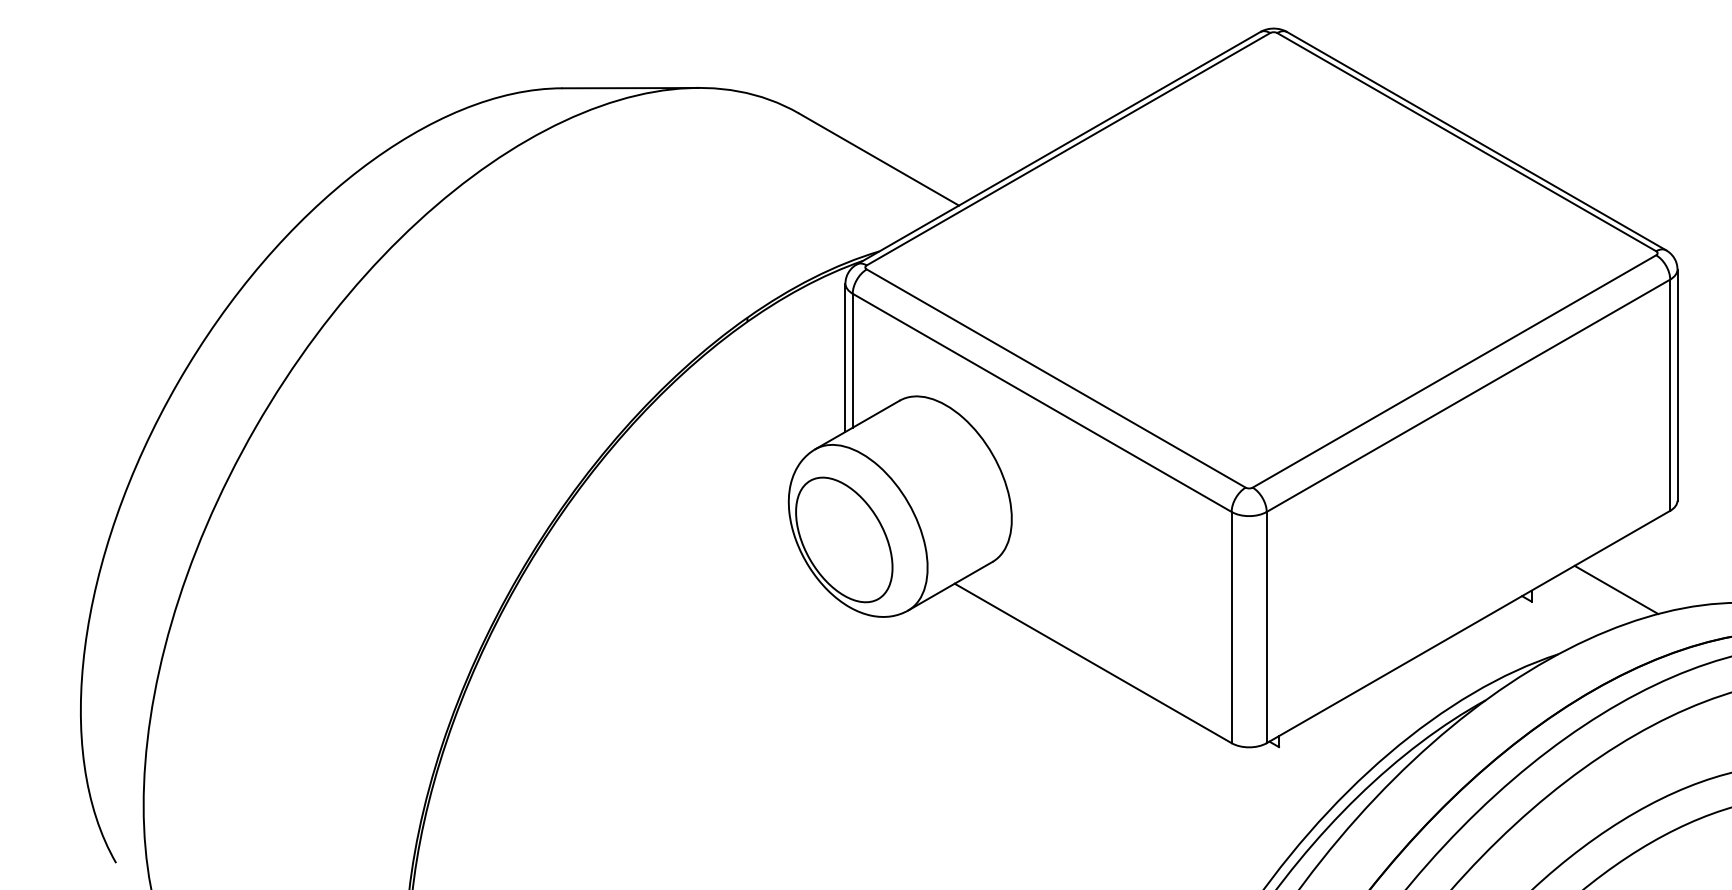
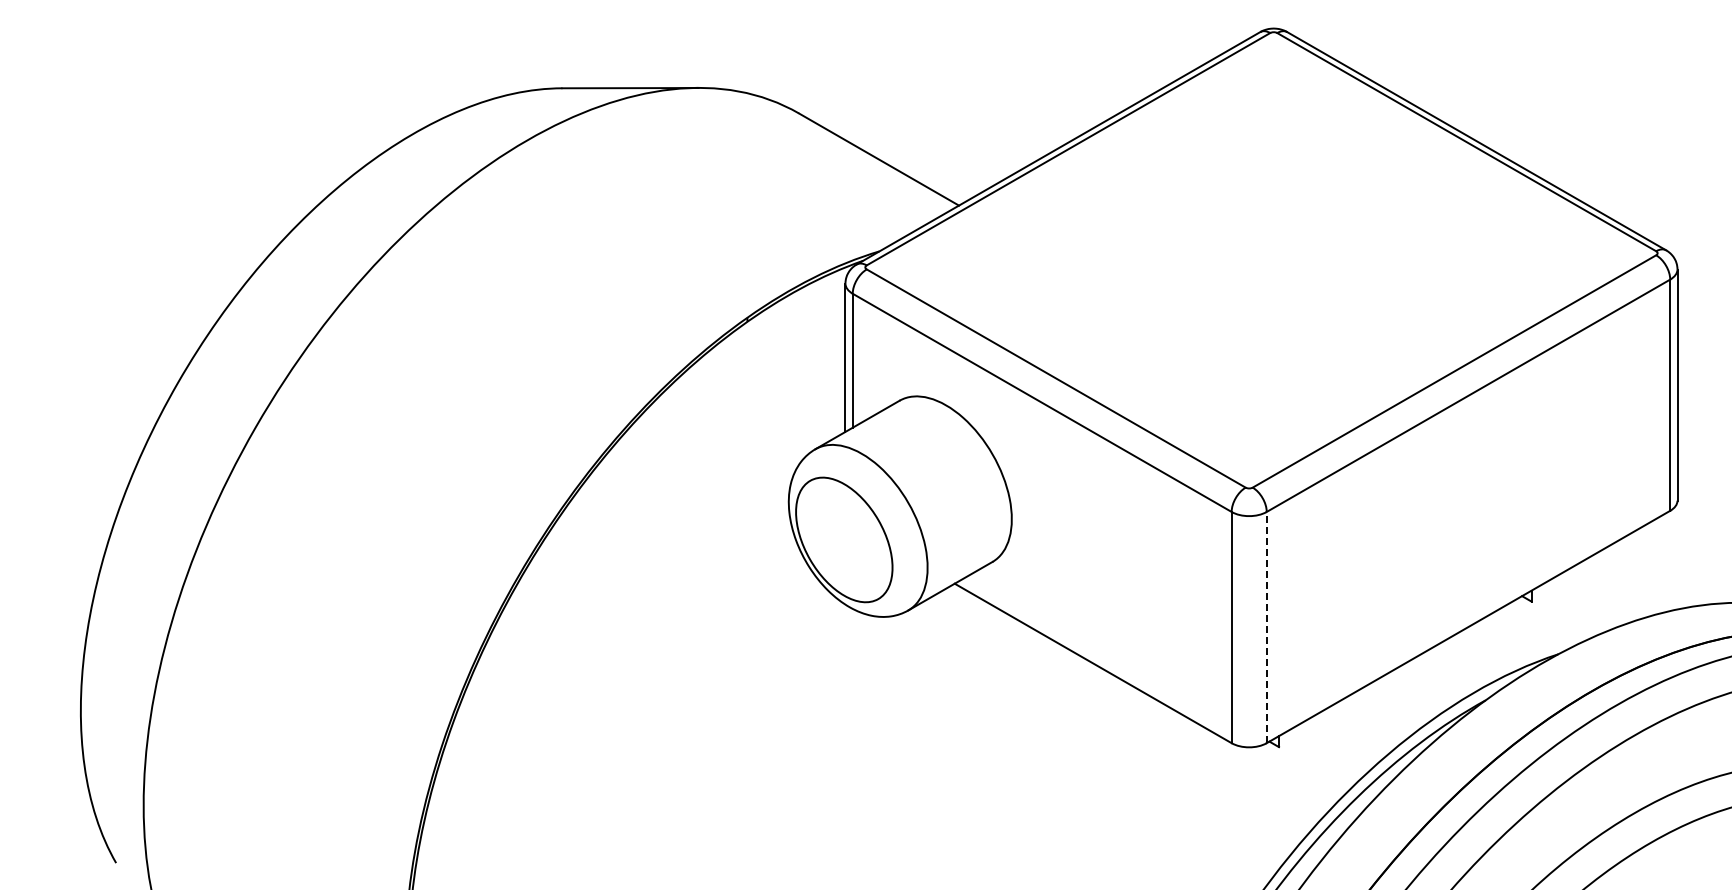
line at (1616, 589): present -> none
line at (1266, 627): solid -> dashed
